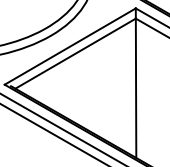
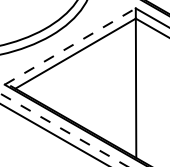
line at (70, 46): solid -> dashed
line at (64, 130): solid -> dashed
